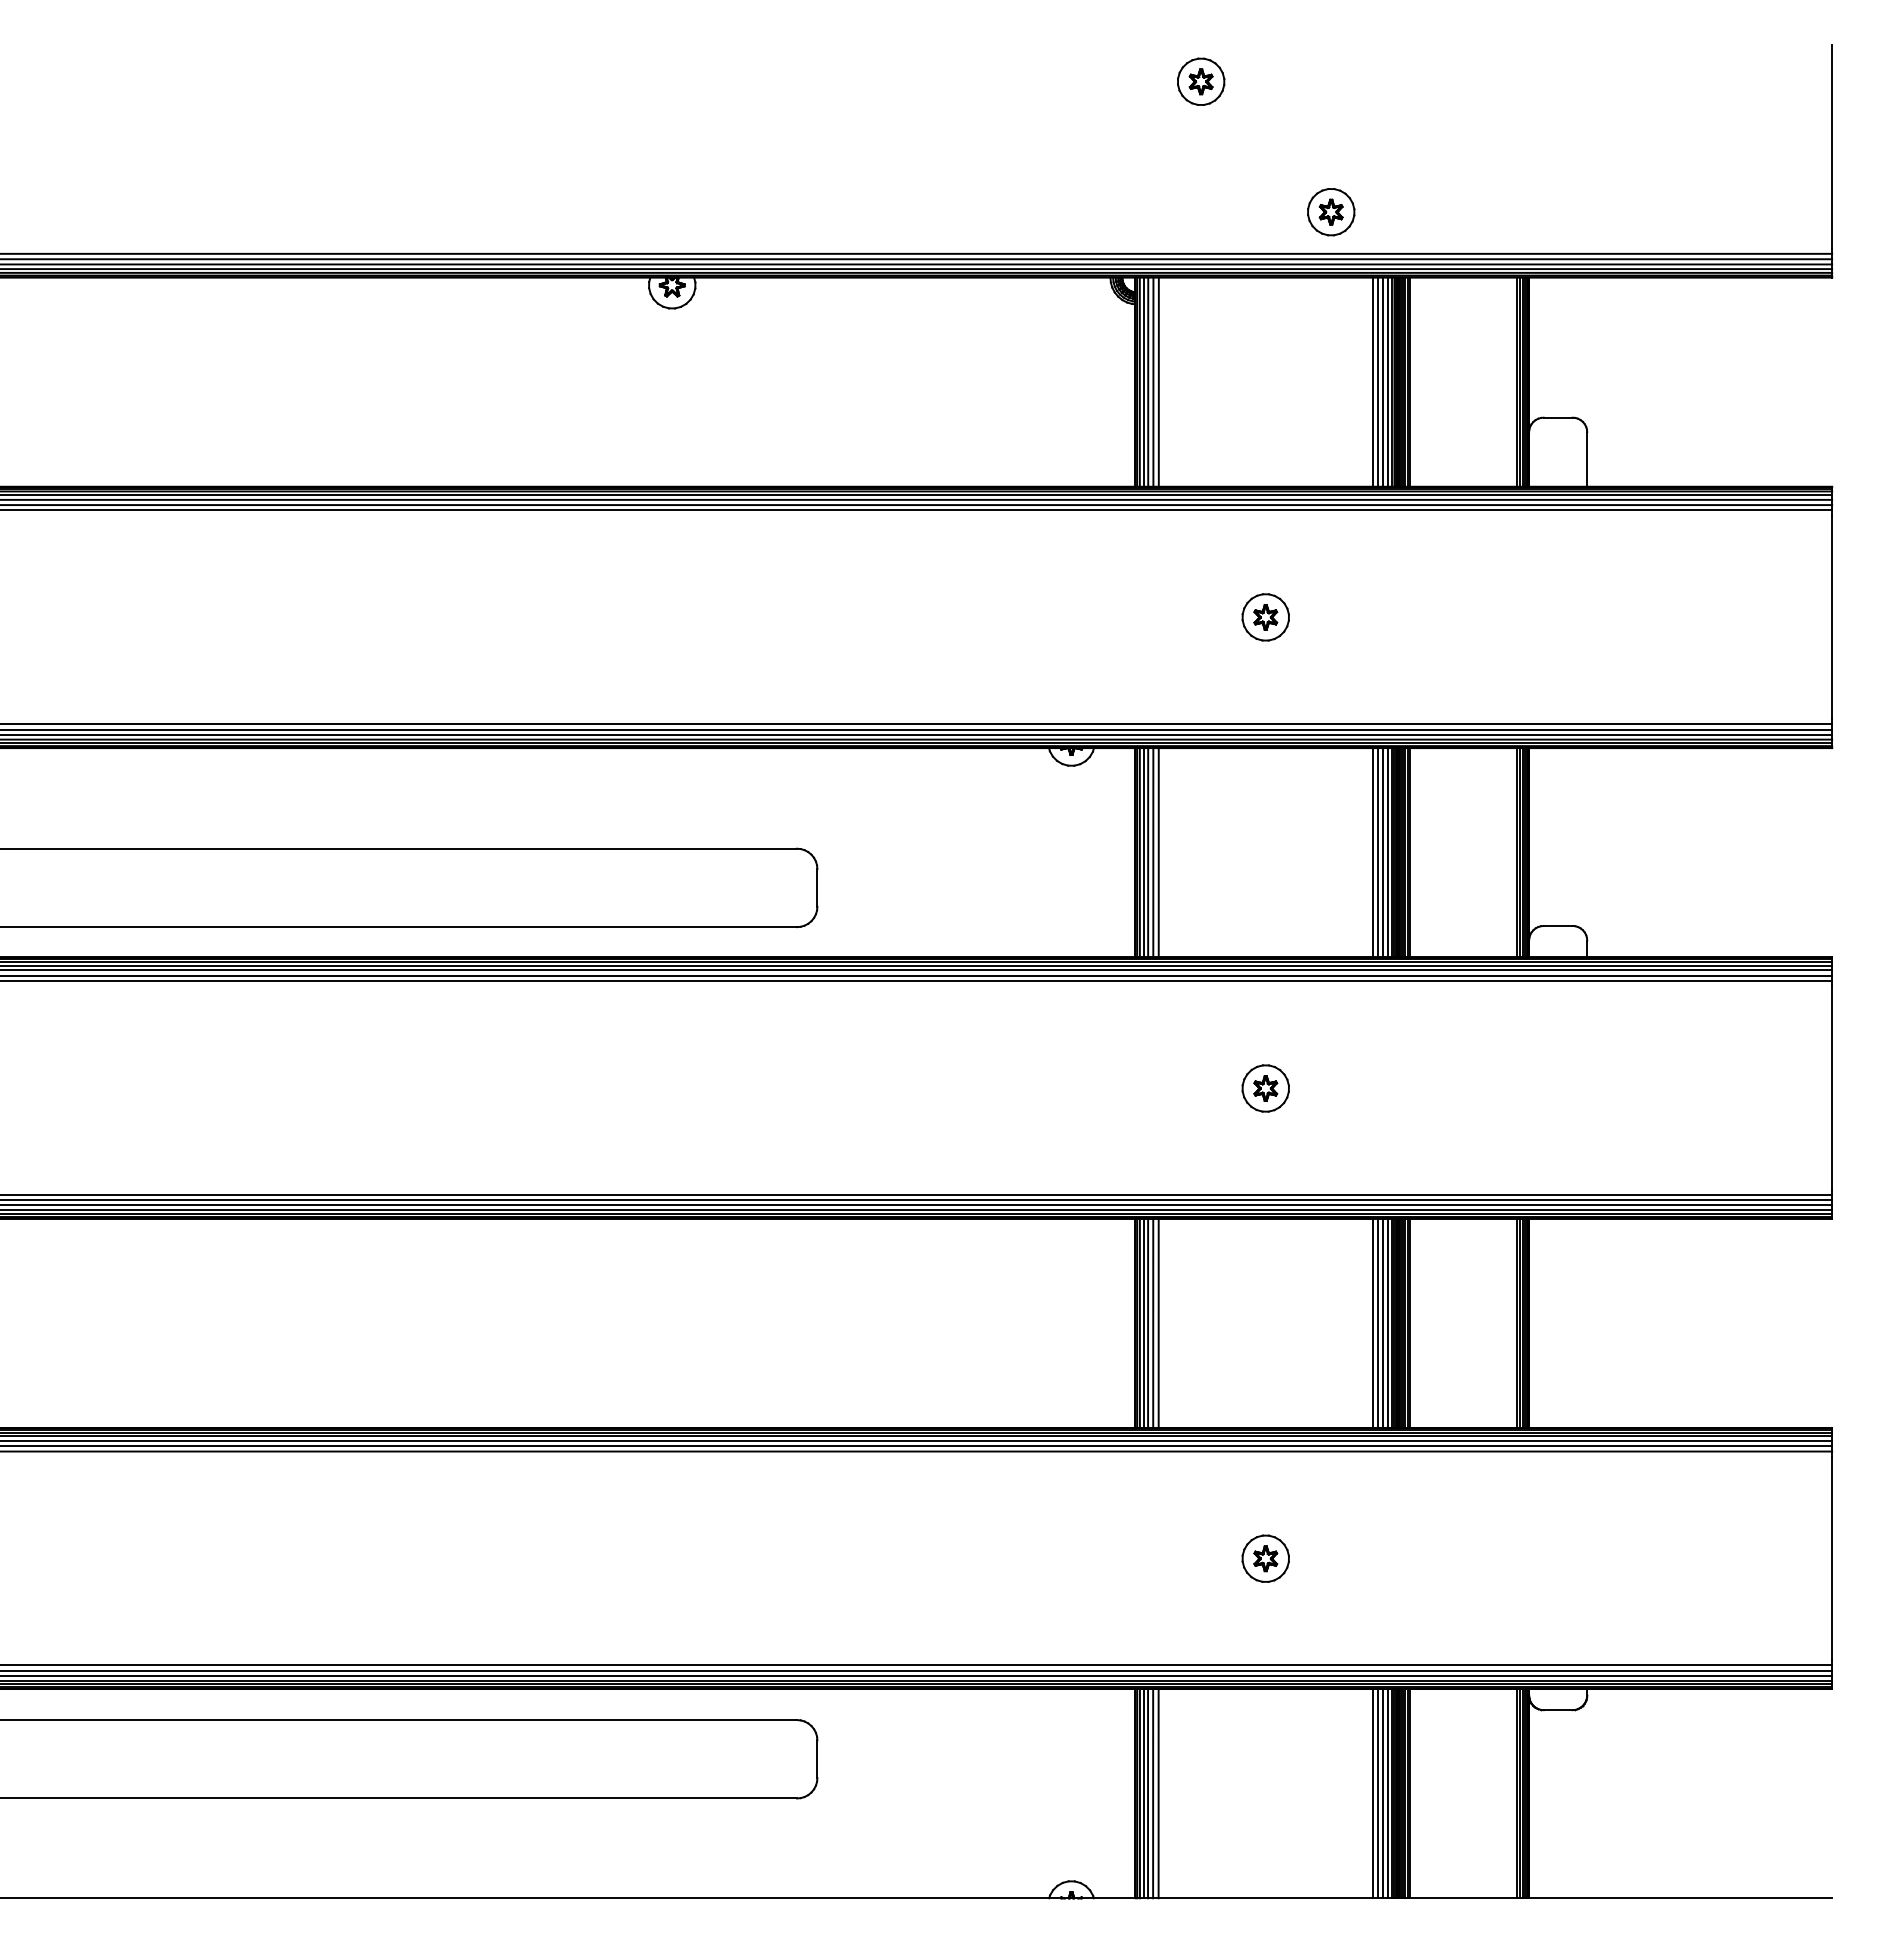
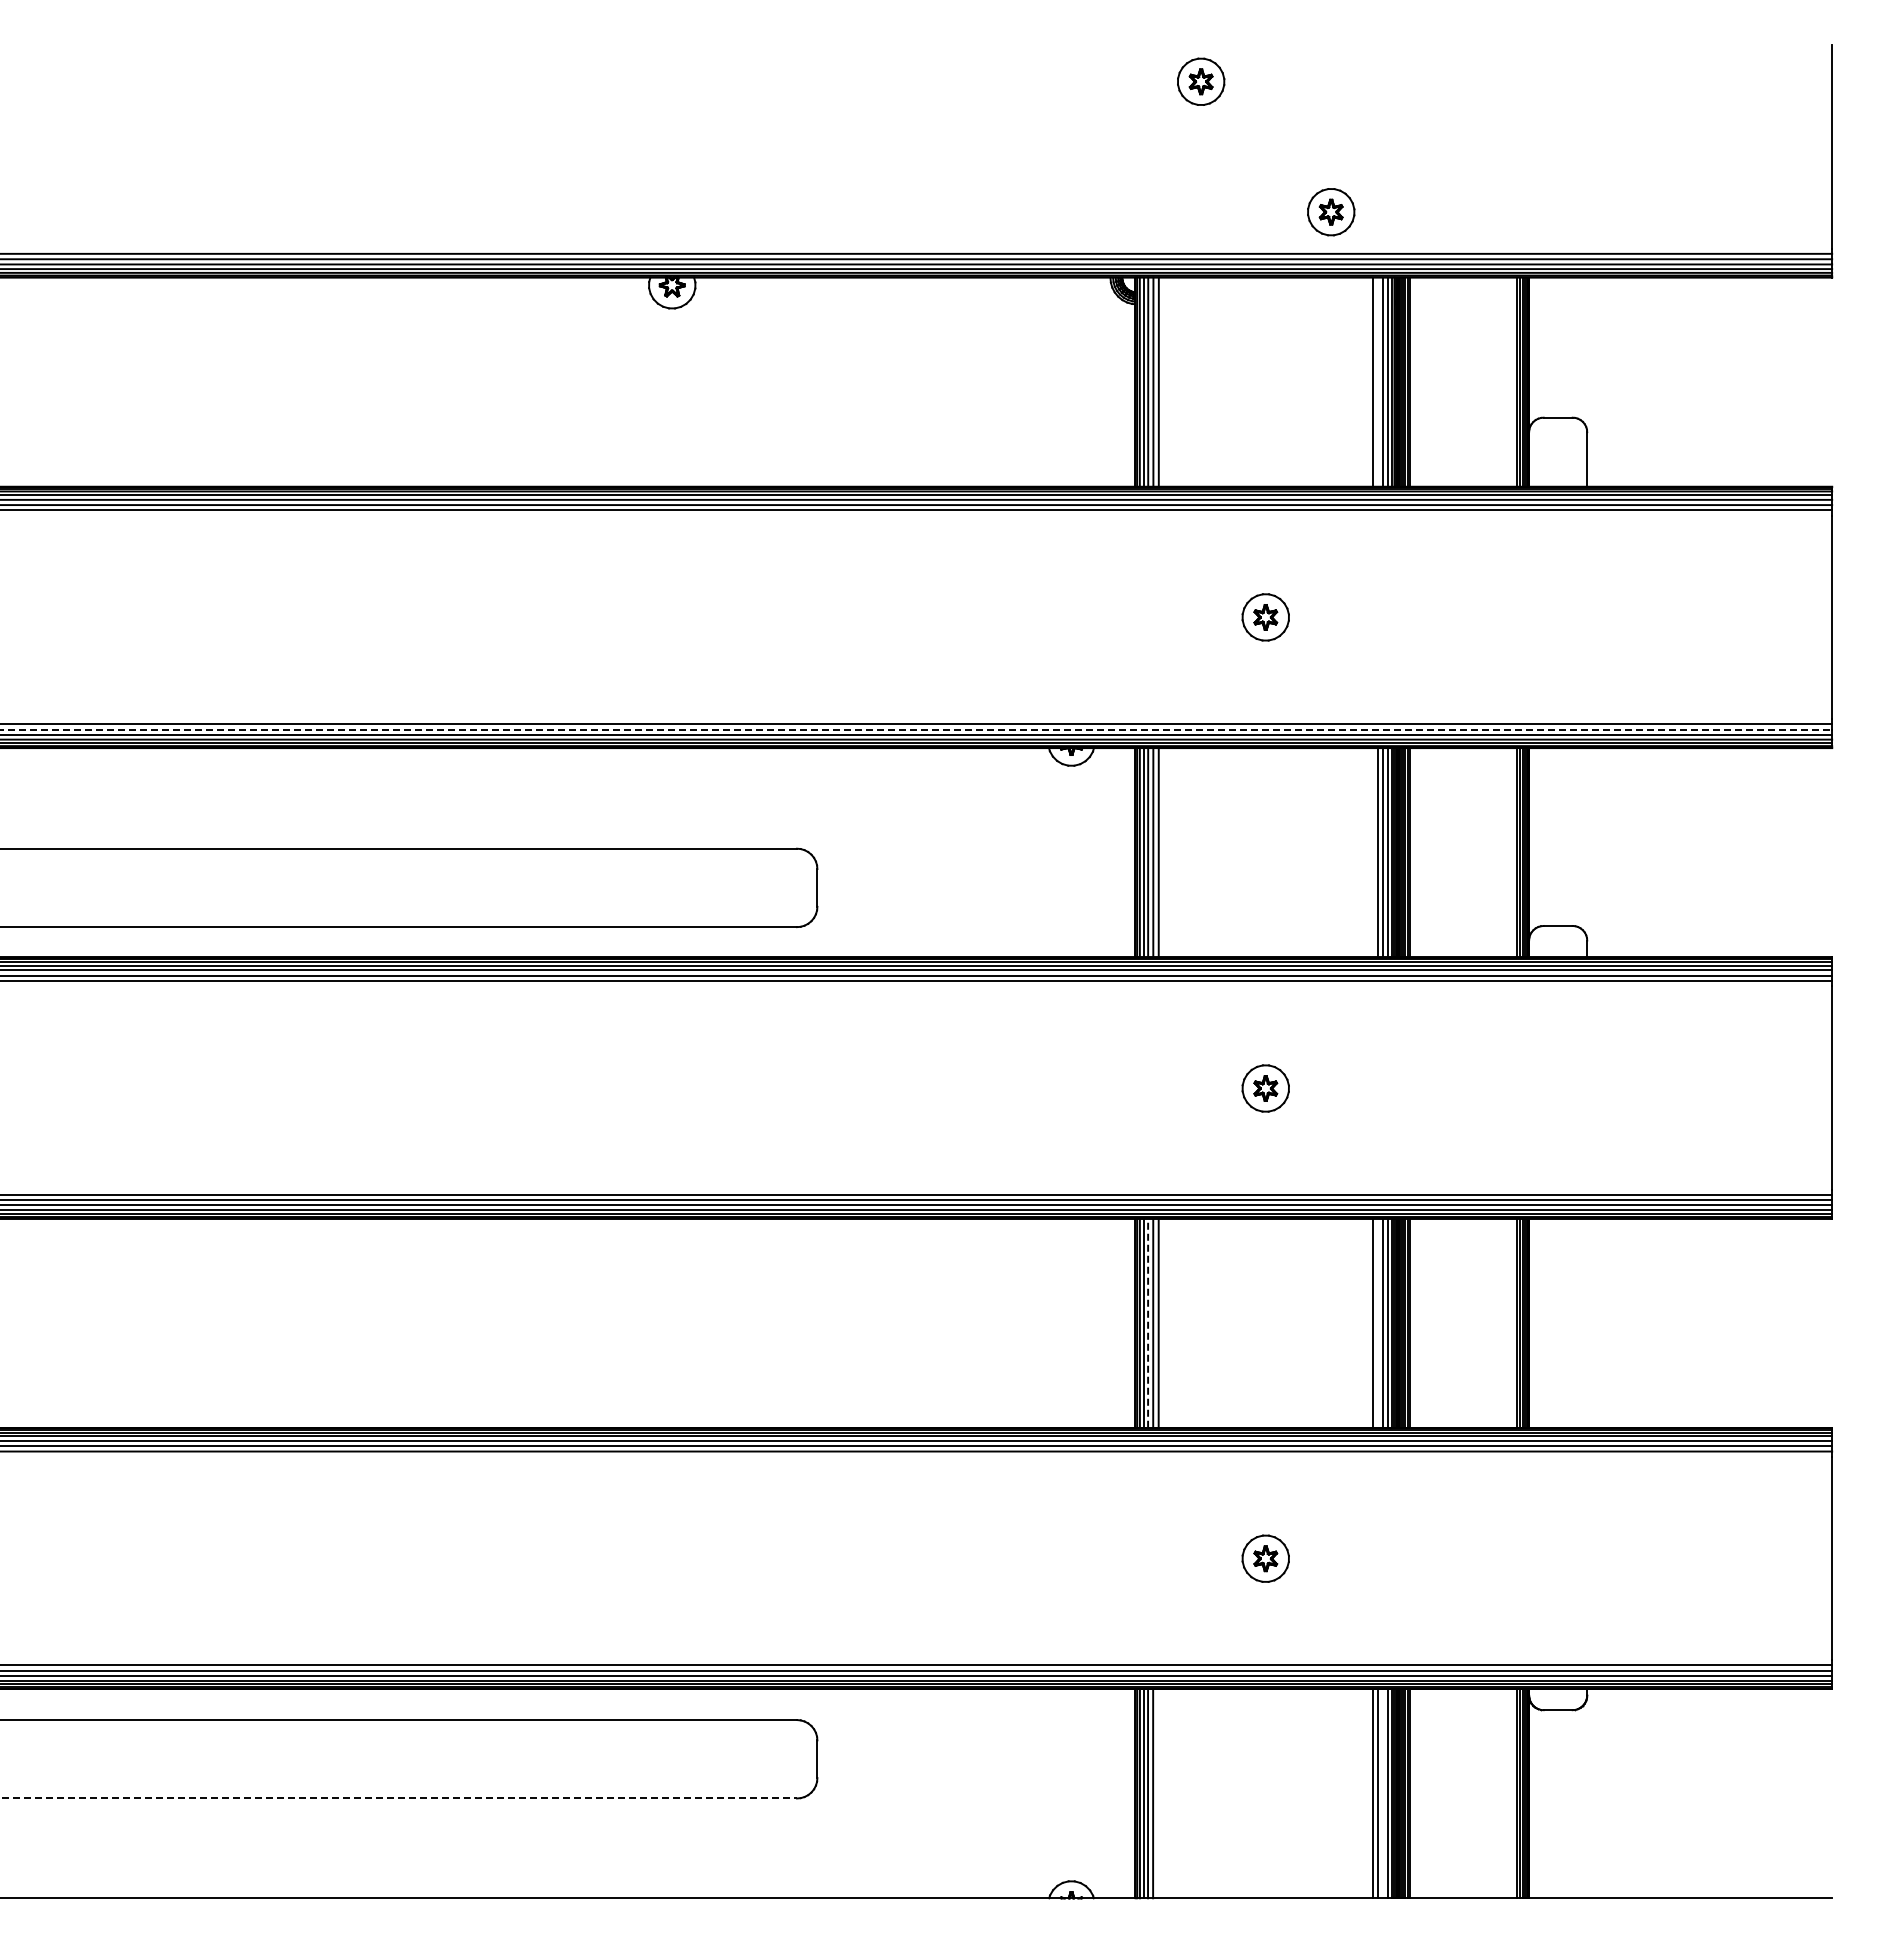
line at (1378, 381): present -> none
line at (916, 729): solid -> dashed
line at (1372, 852): present -> none
line at (1378, 1322): present -> none
line at (1148, 1323): solid -> dashed
line at (1158, 1793): present -> none
line at (1383, 1793): present -> none
line at (399, 1798): solid -> dashed
